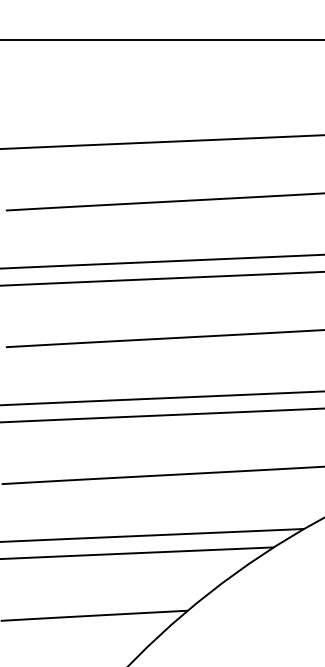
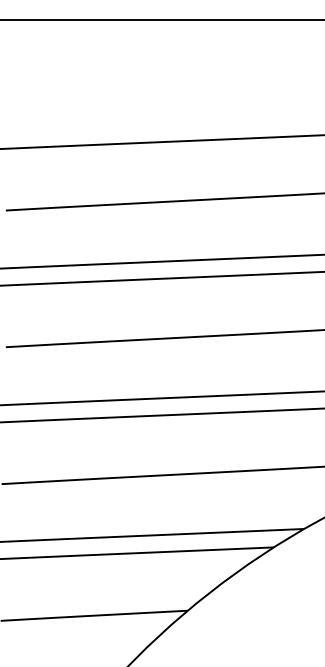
line at (161, 40) position: (161, 40) -> (161, 20)
